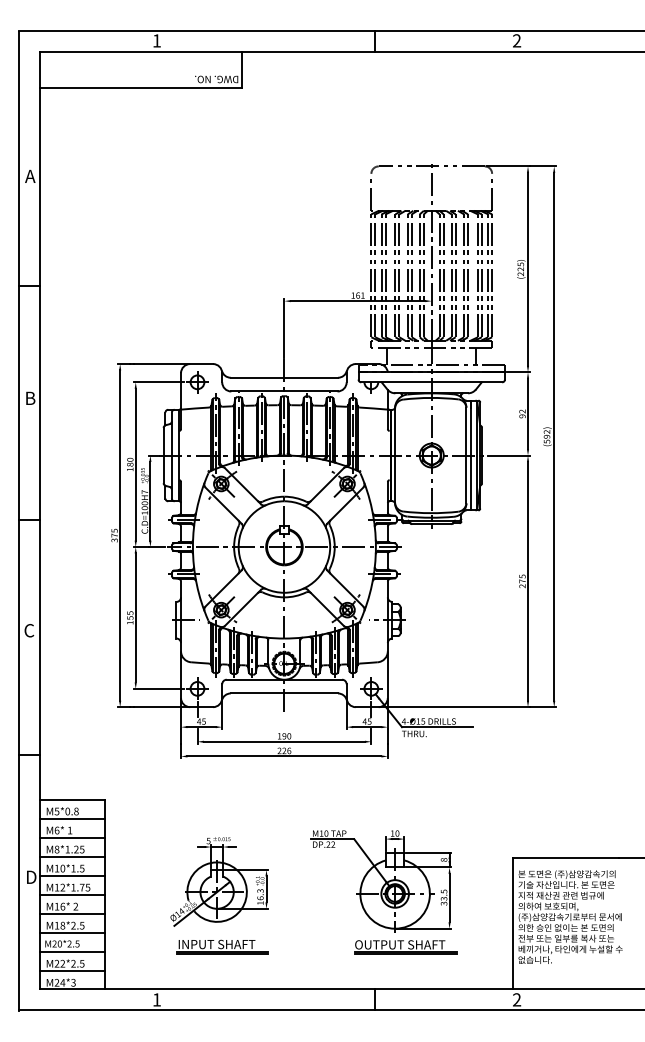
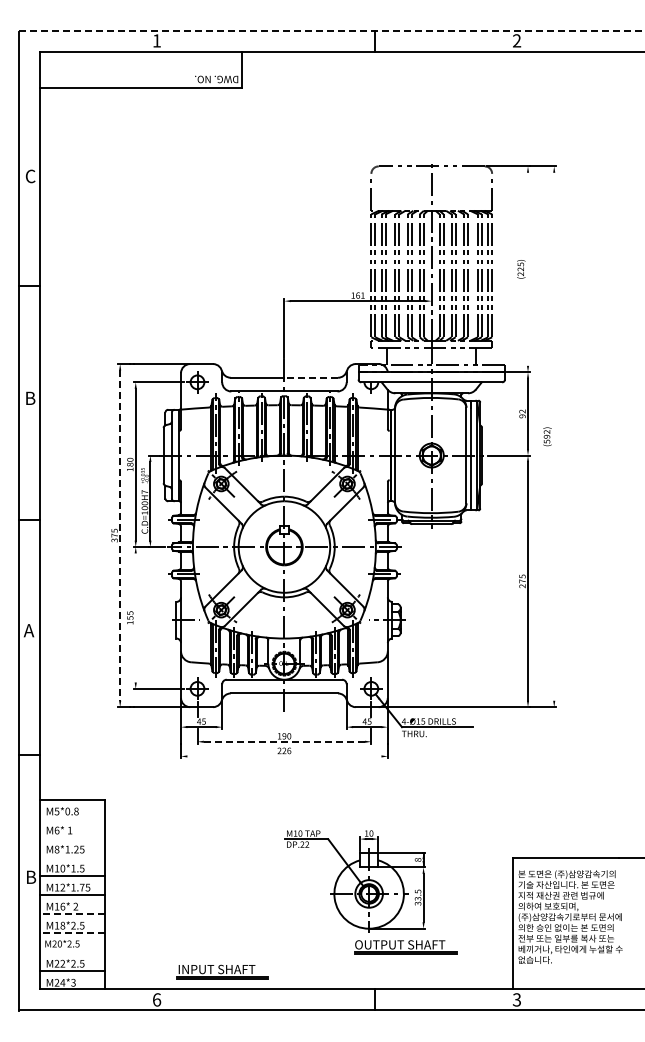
line at (332, 31): solid -> dashed
text at (30, 176): A -> C
line at (528, 268): present -> none
line at (311, 377): solid -> dashed
line at (554, 436): present -> none
line at (120, 536): solid -> dashed
line at (135, 617): present -> none
text at (28, 630): C -> A
line at (284, 741): solid -> dashed
line at (284, 756): present -> none
line at (72, 818): present -> none
line at (72, 837): present -> none
line at (72, 856): present -> none
text at (32, 877): D -> B
part at (219, 881): present -> none
part at (380, 881) position: (380, 881) -> (354, 881)
line at (72, 914): solid -> dashed
line at (72, 933): solid -> dashed
part at (222, 946) position: (222, 946) -> (222, 971)
line at (72, 952): present -> none
text at (157, 999): 1 -> 6
text at (516, 1000): 2 -> 3
